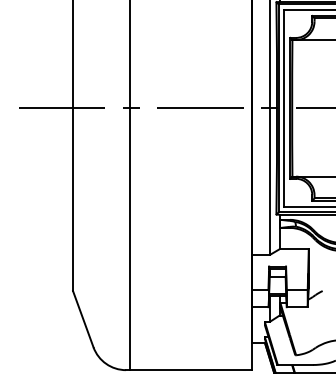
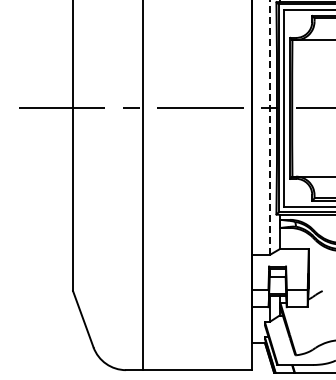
line at (269, 128): solid -> dashed
line at (129, 186) position: (129, 186) -> (142, 186)
